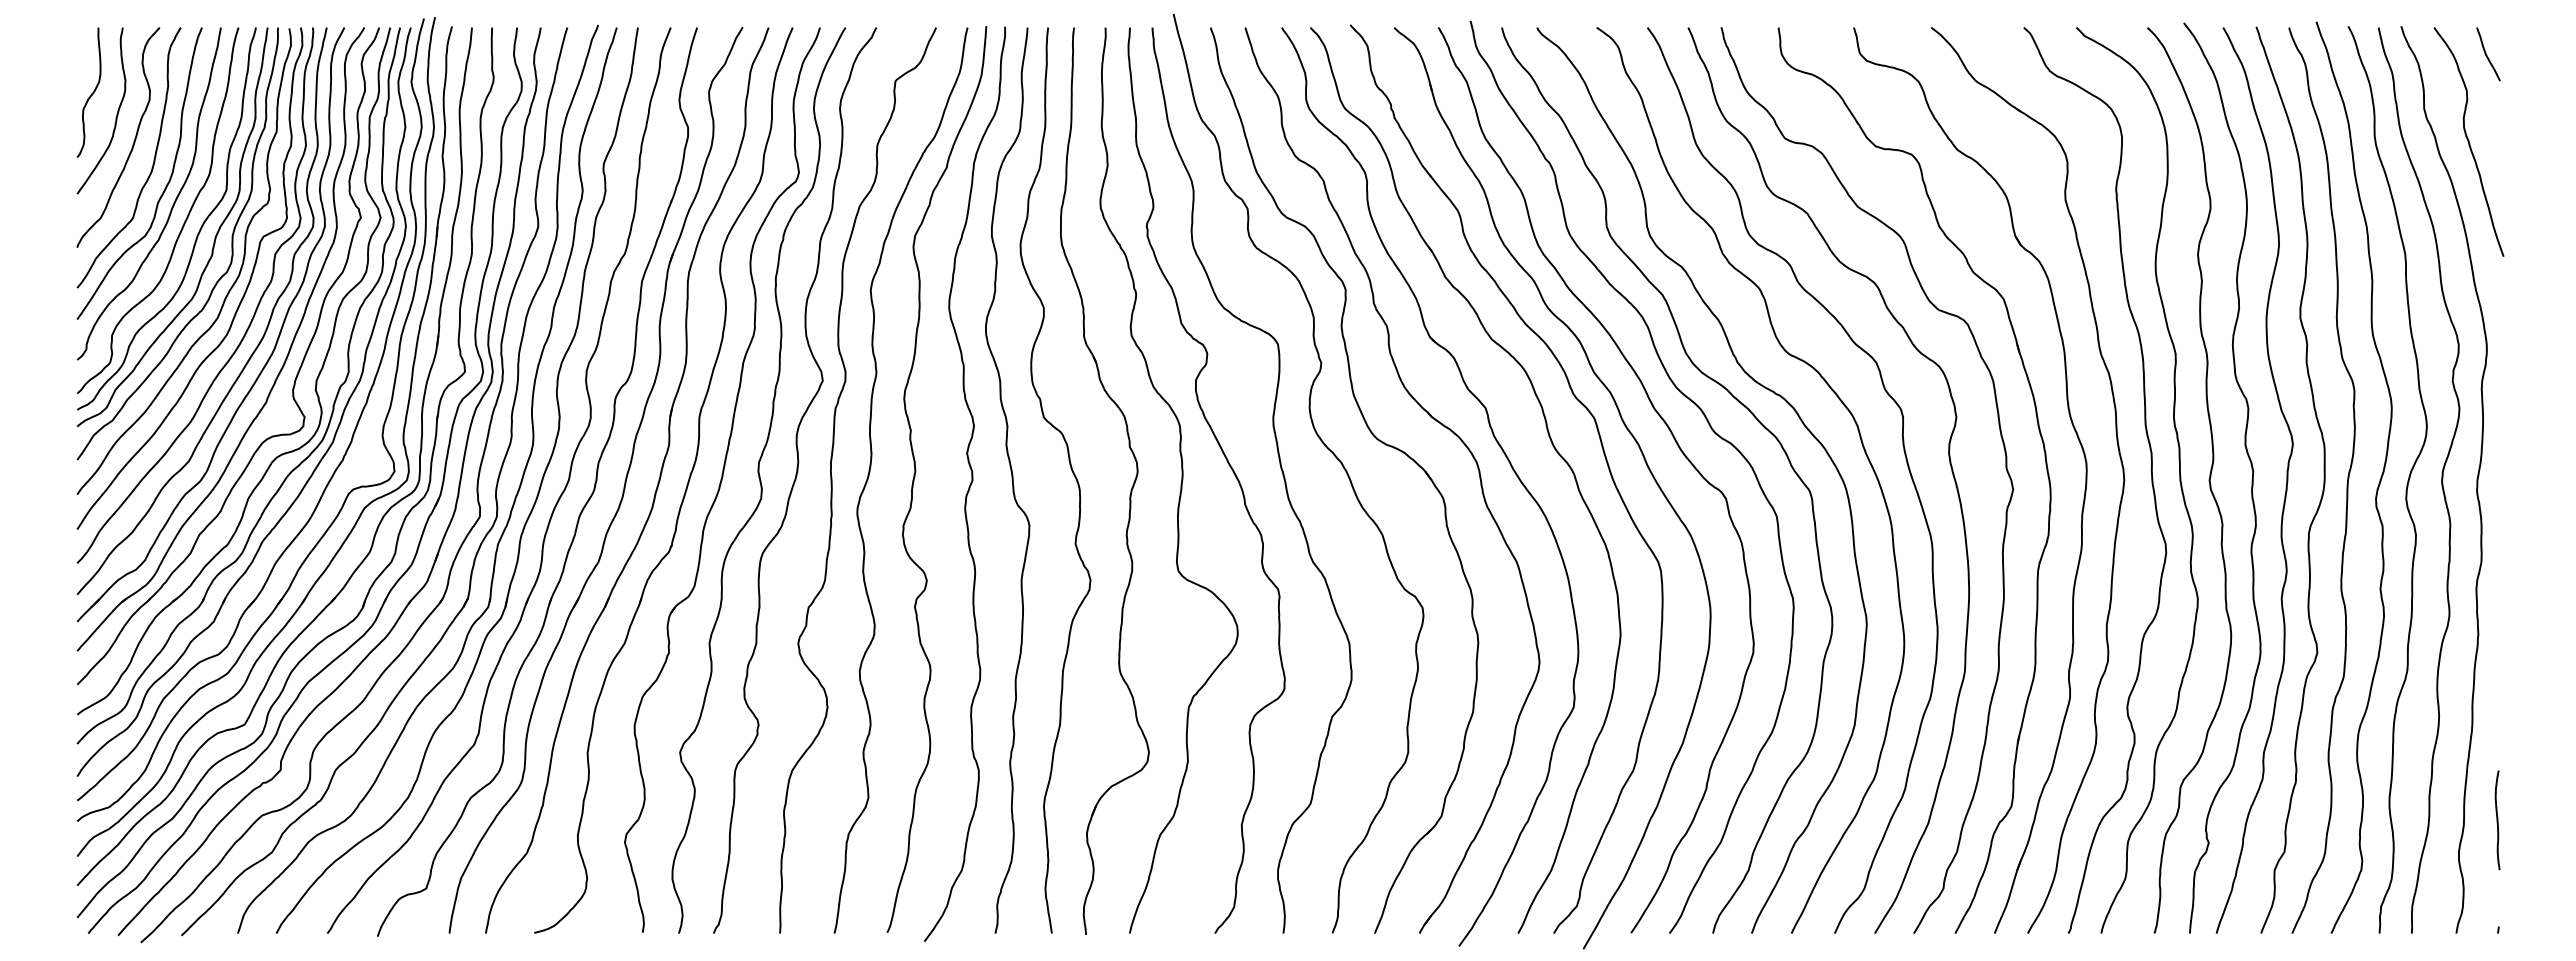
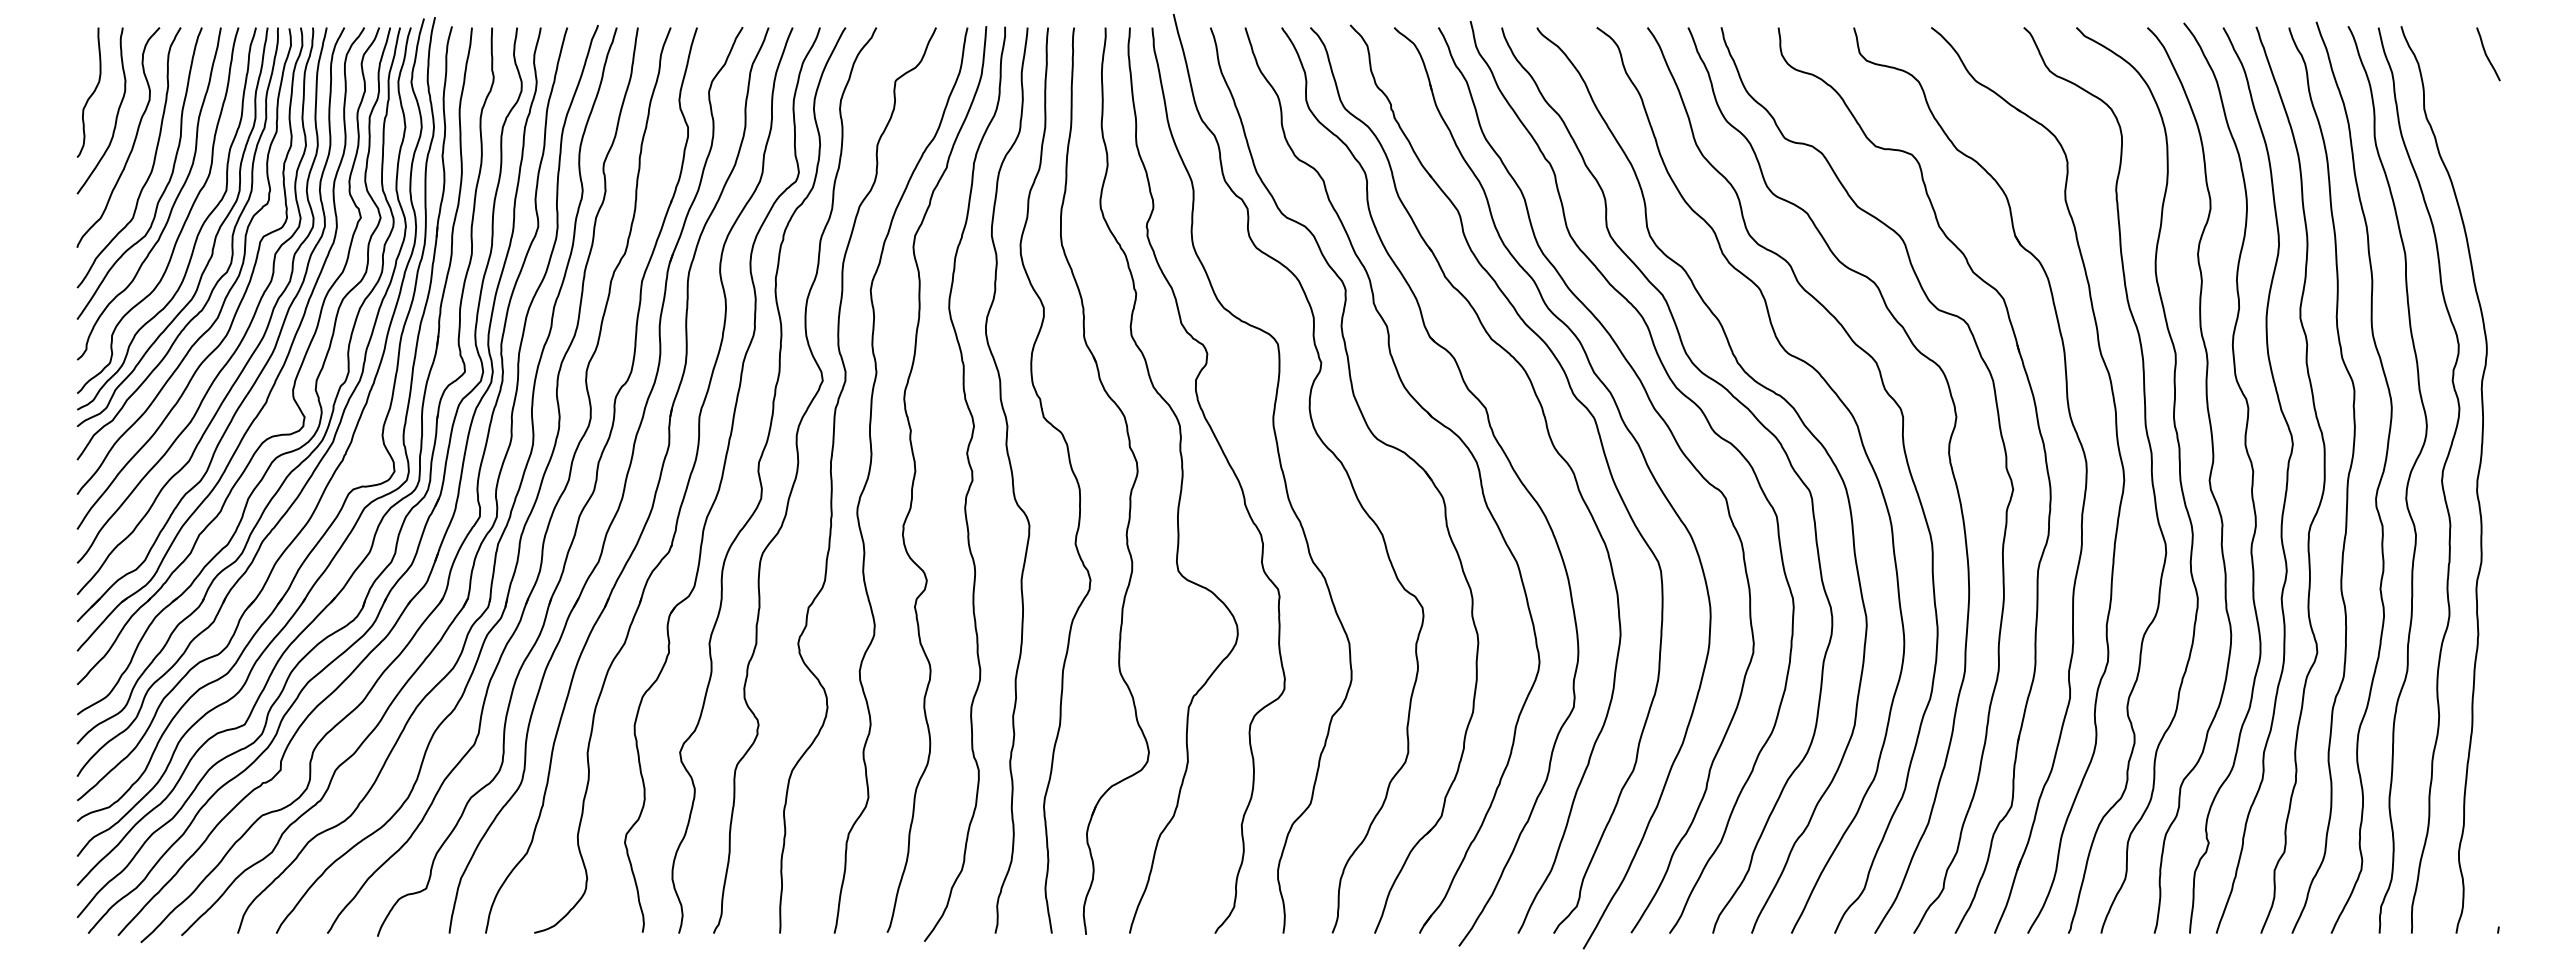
curve at (2468, 141): present -> none
curve at (2497, 820): present -> none
